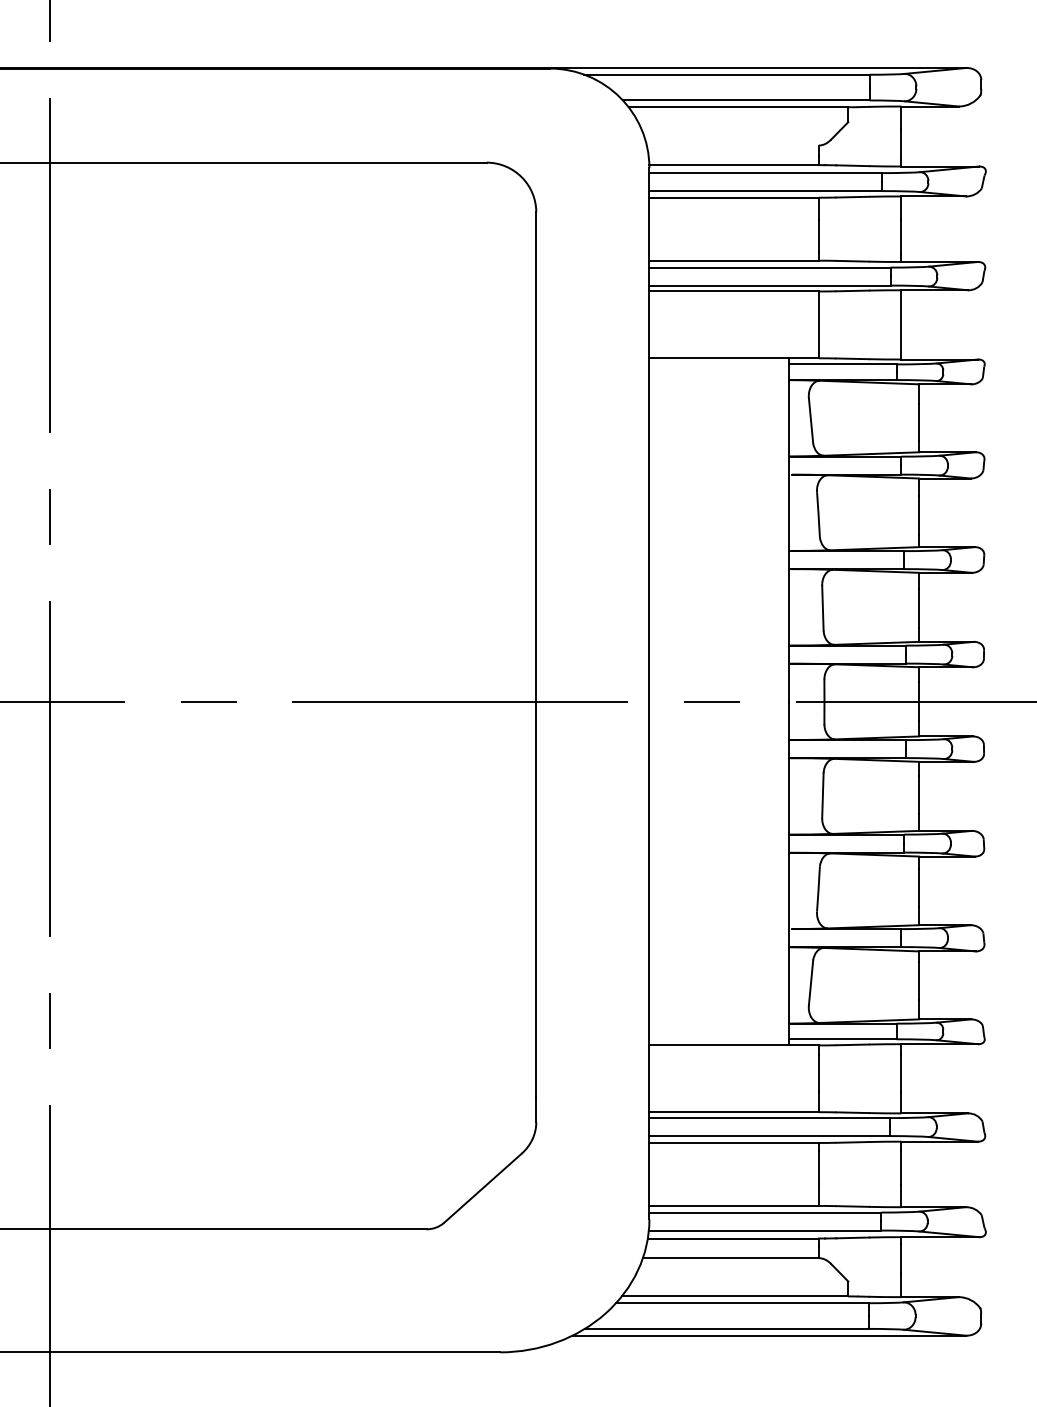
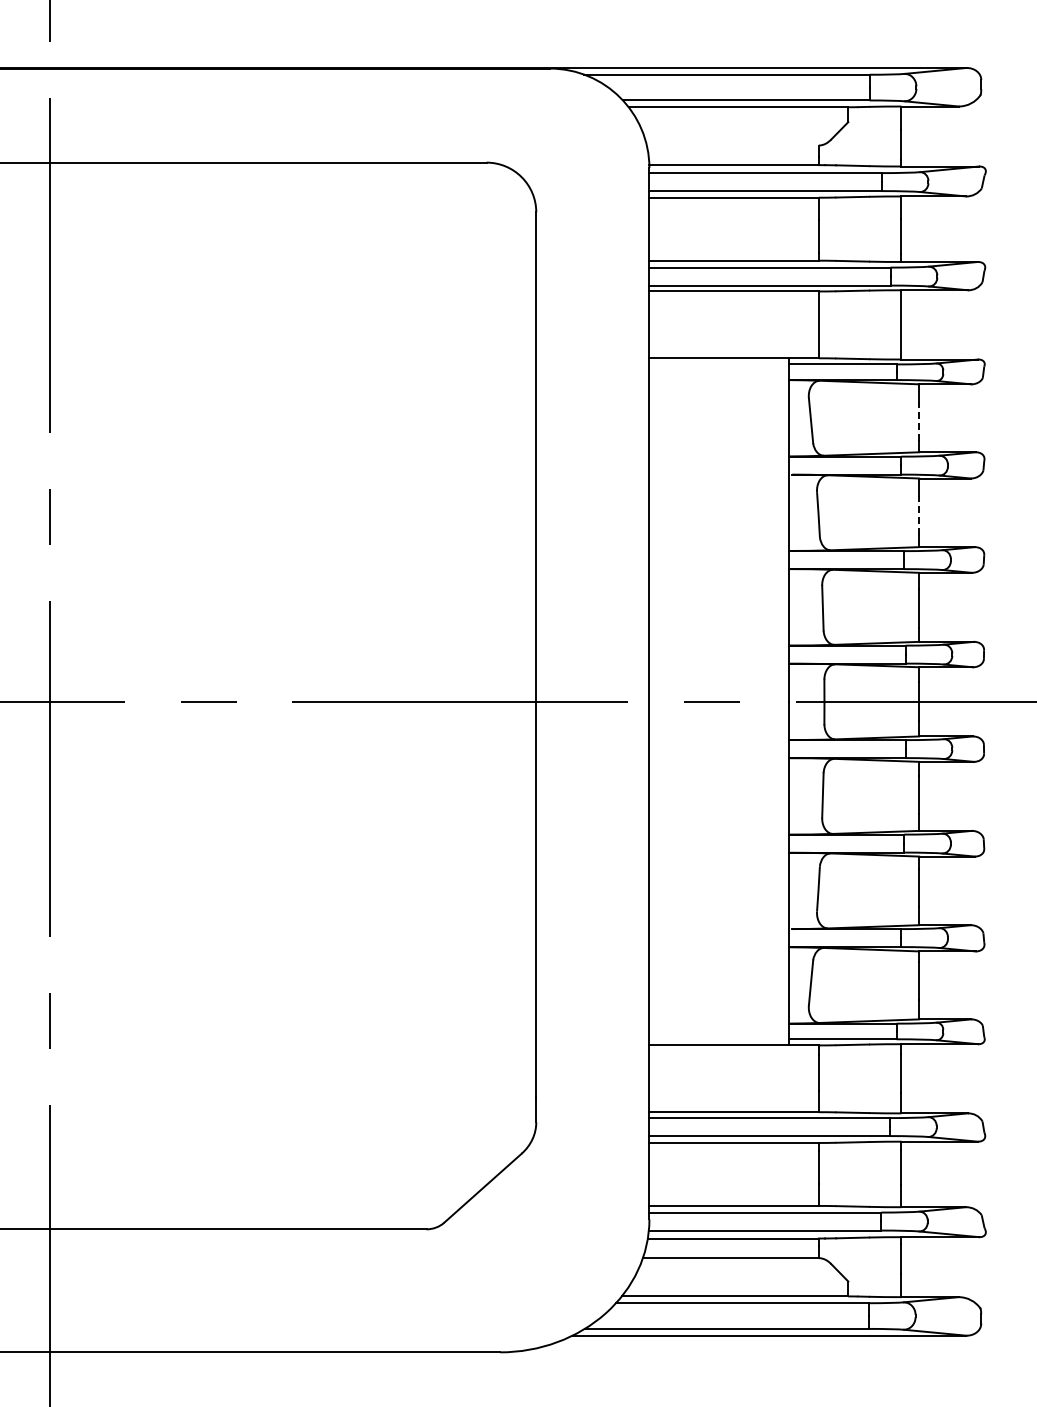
line at (919, 422): solid -> dashed
line at (919, 515): solid -> dashed
